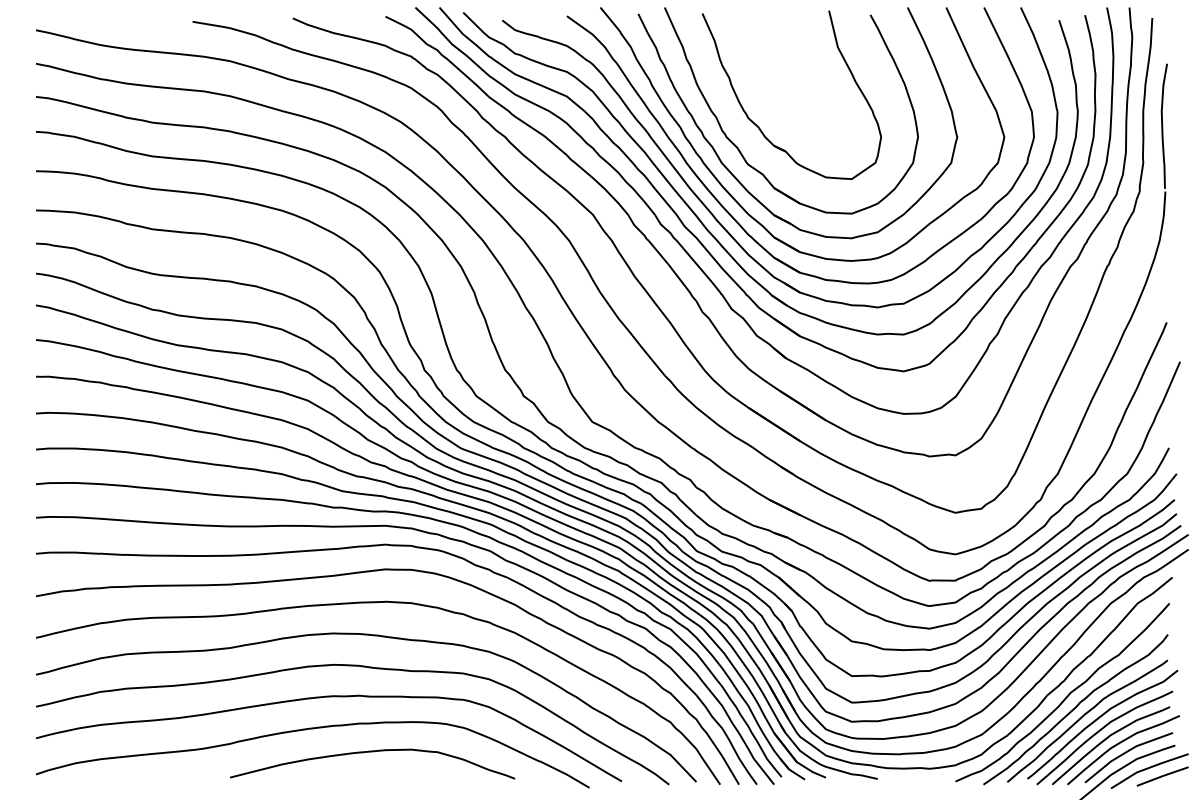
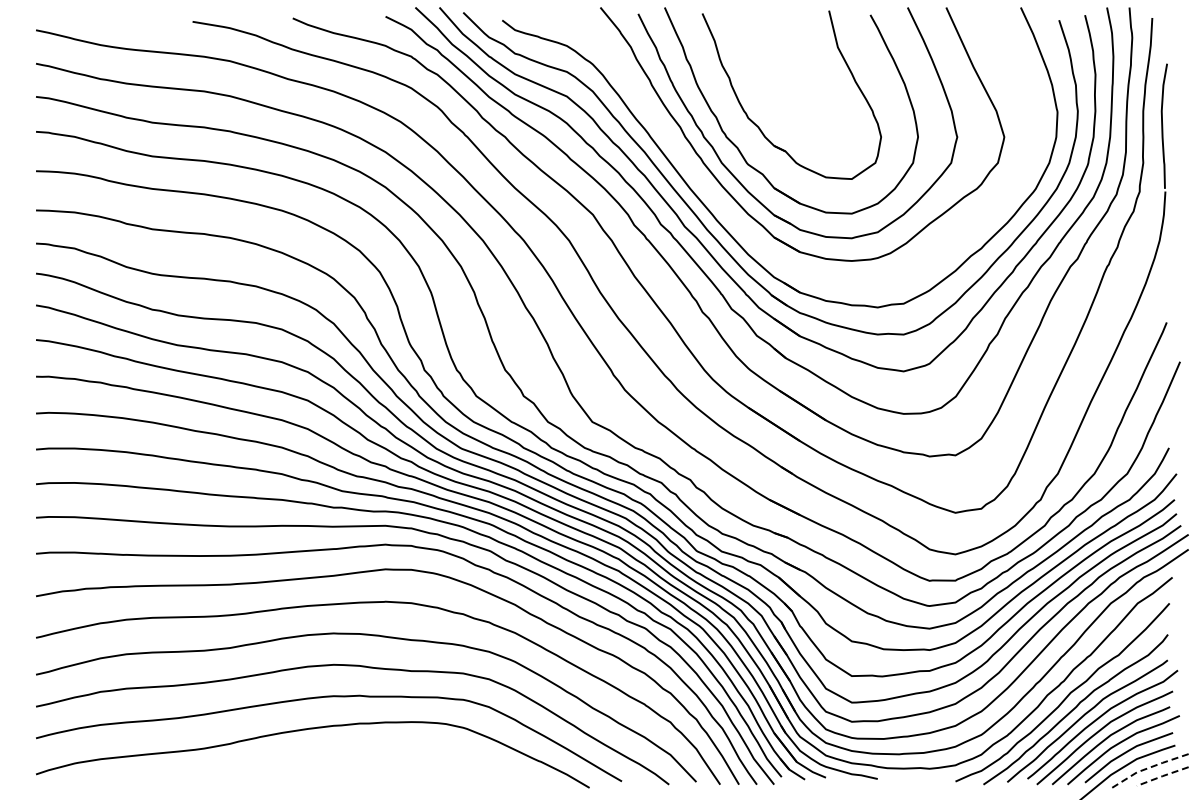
part at (731, 214): present -> none
curve at (372, 752): present -> none
line at (1147, 768): solid -> dashed
line at (1162, 776): solid -> dashed
